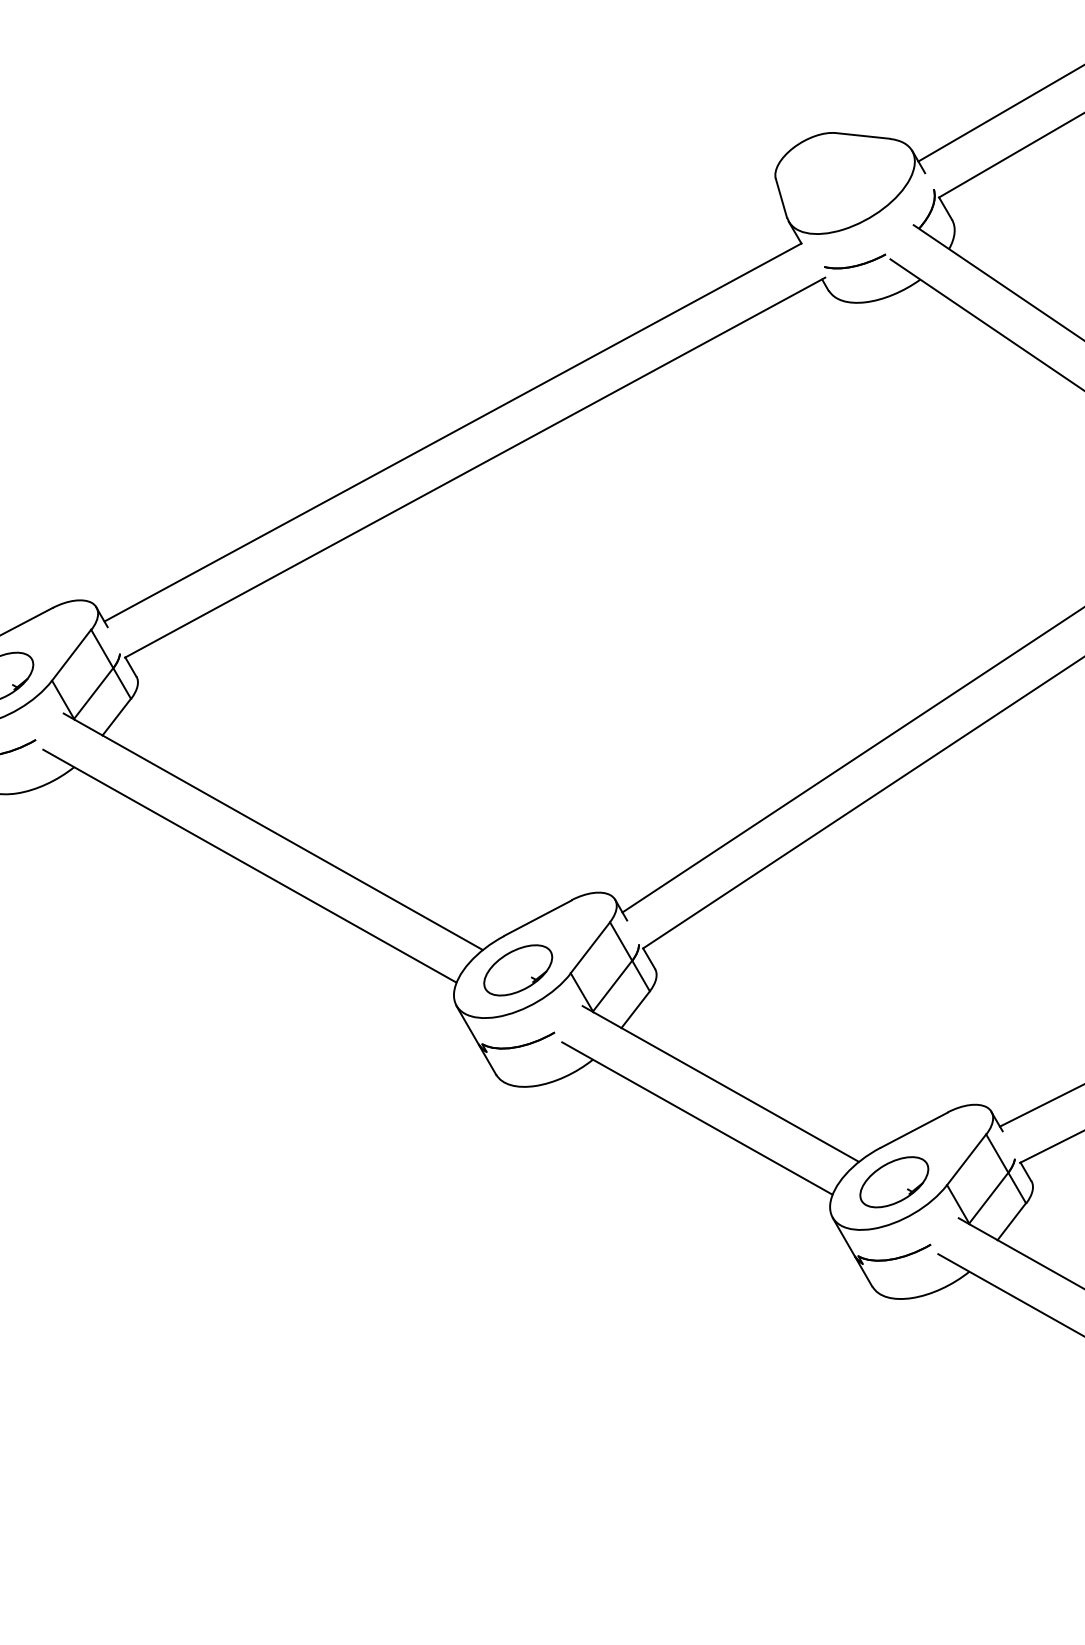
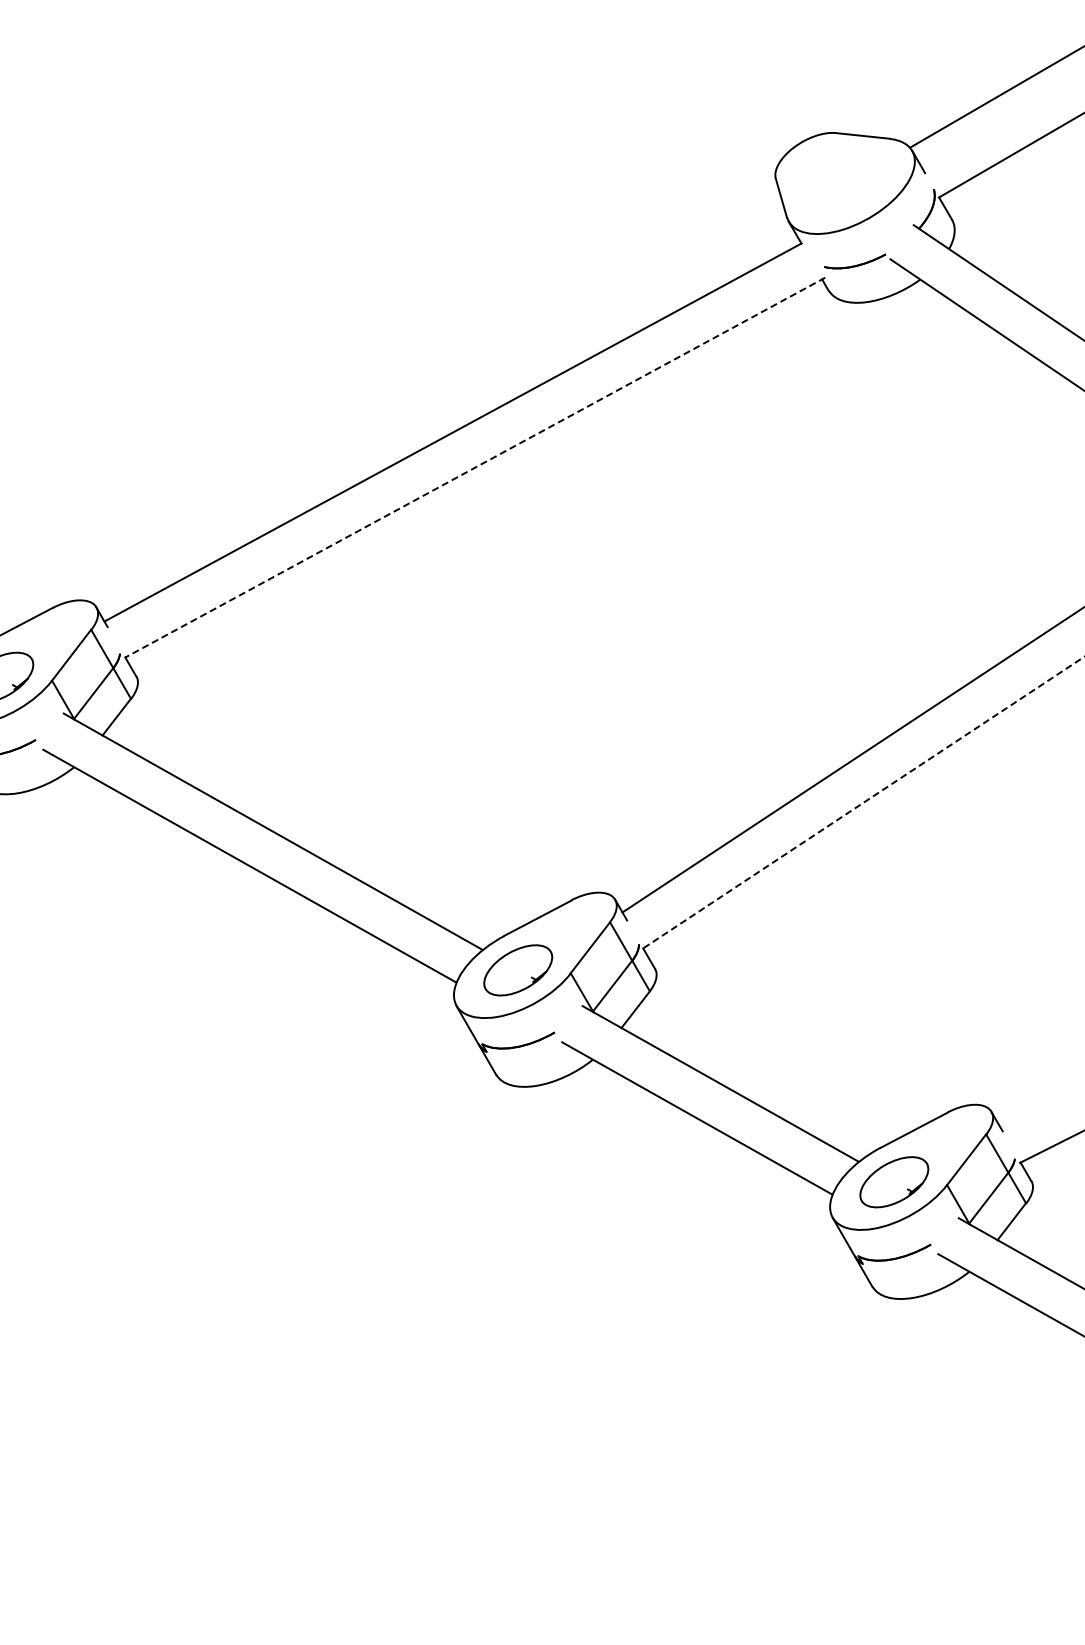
line at (999, 113) position: (999, 113) -> (995, 97)
line at (474, 467): solid -> dashed
line at (863, 802): solid -> dashed
line at (1040, 1105): present -> none
